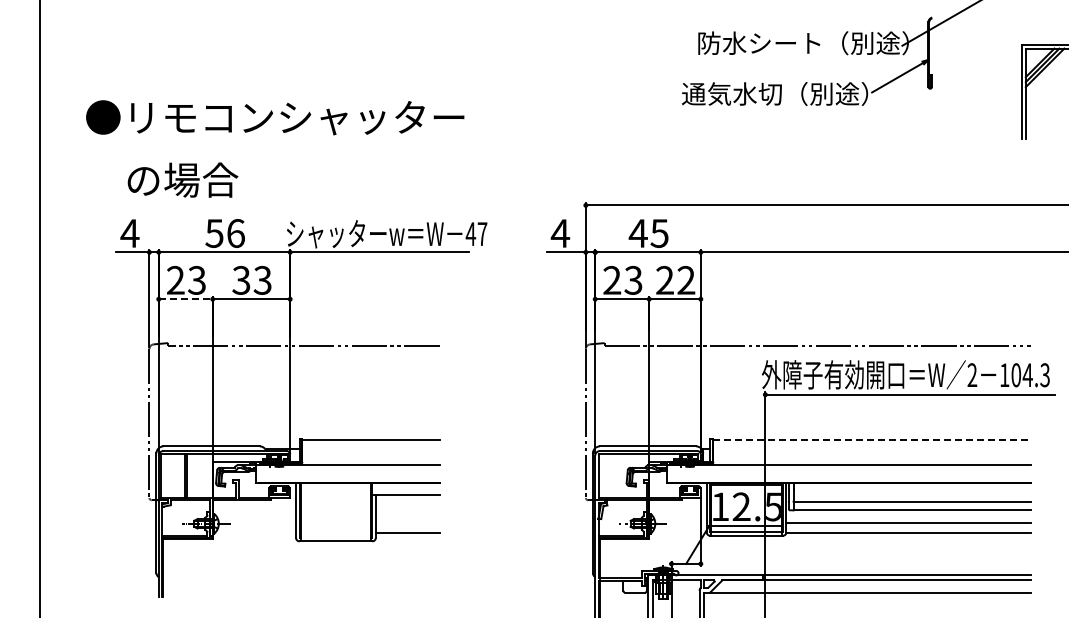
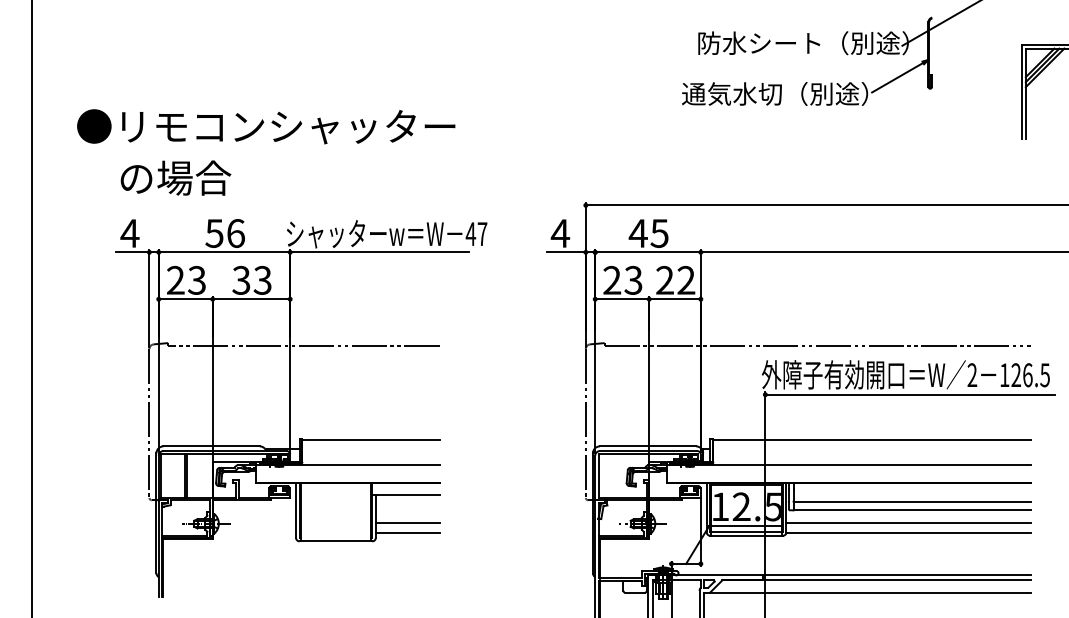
text at (275, 117) position: (275, 117) -> (266, 126)
text at (182, 179) position: (182, 179) -> (175, 177)
line at (185, 299): dashed -> solid
line at (40, 308) position: (40, 308) -> (32, 308)
text at (1030, 375): 104.3 -> 126.5
line at (872, 439): dashed -> solid
line at (407, 522): none -> present
